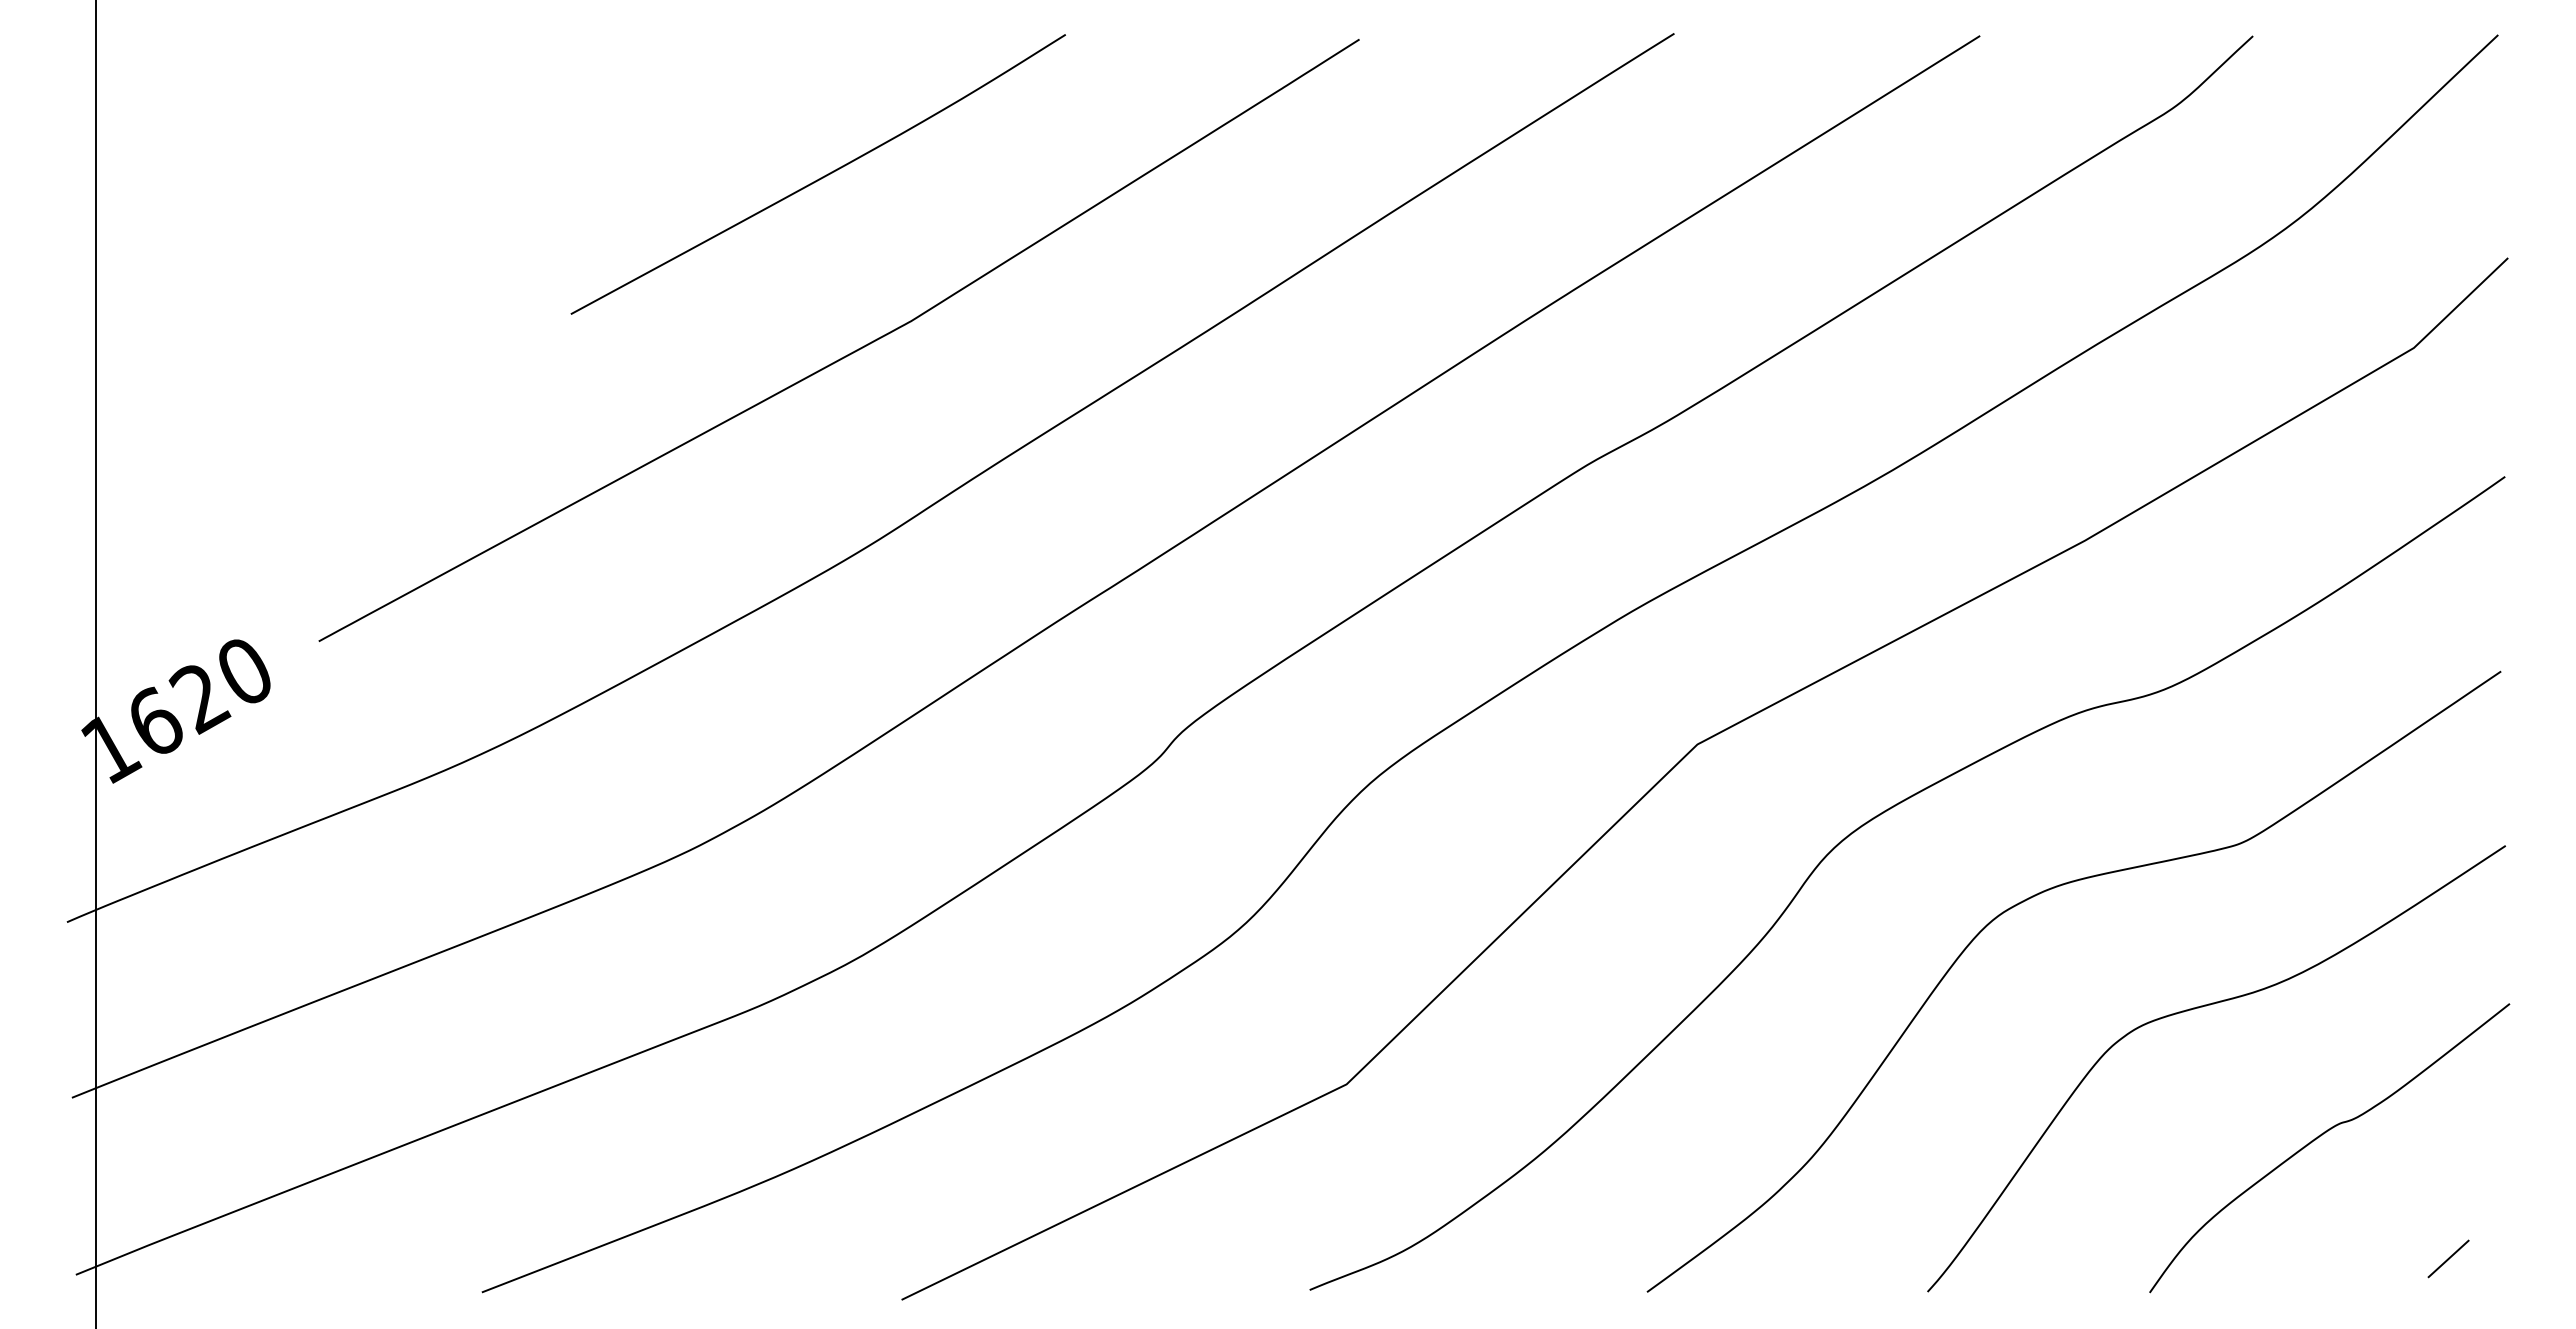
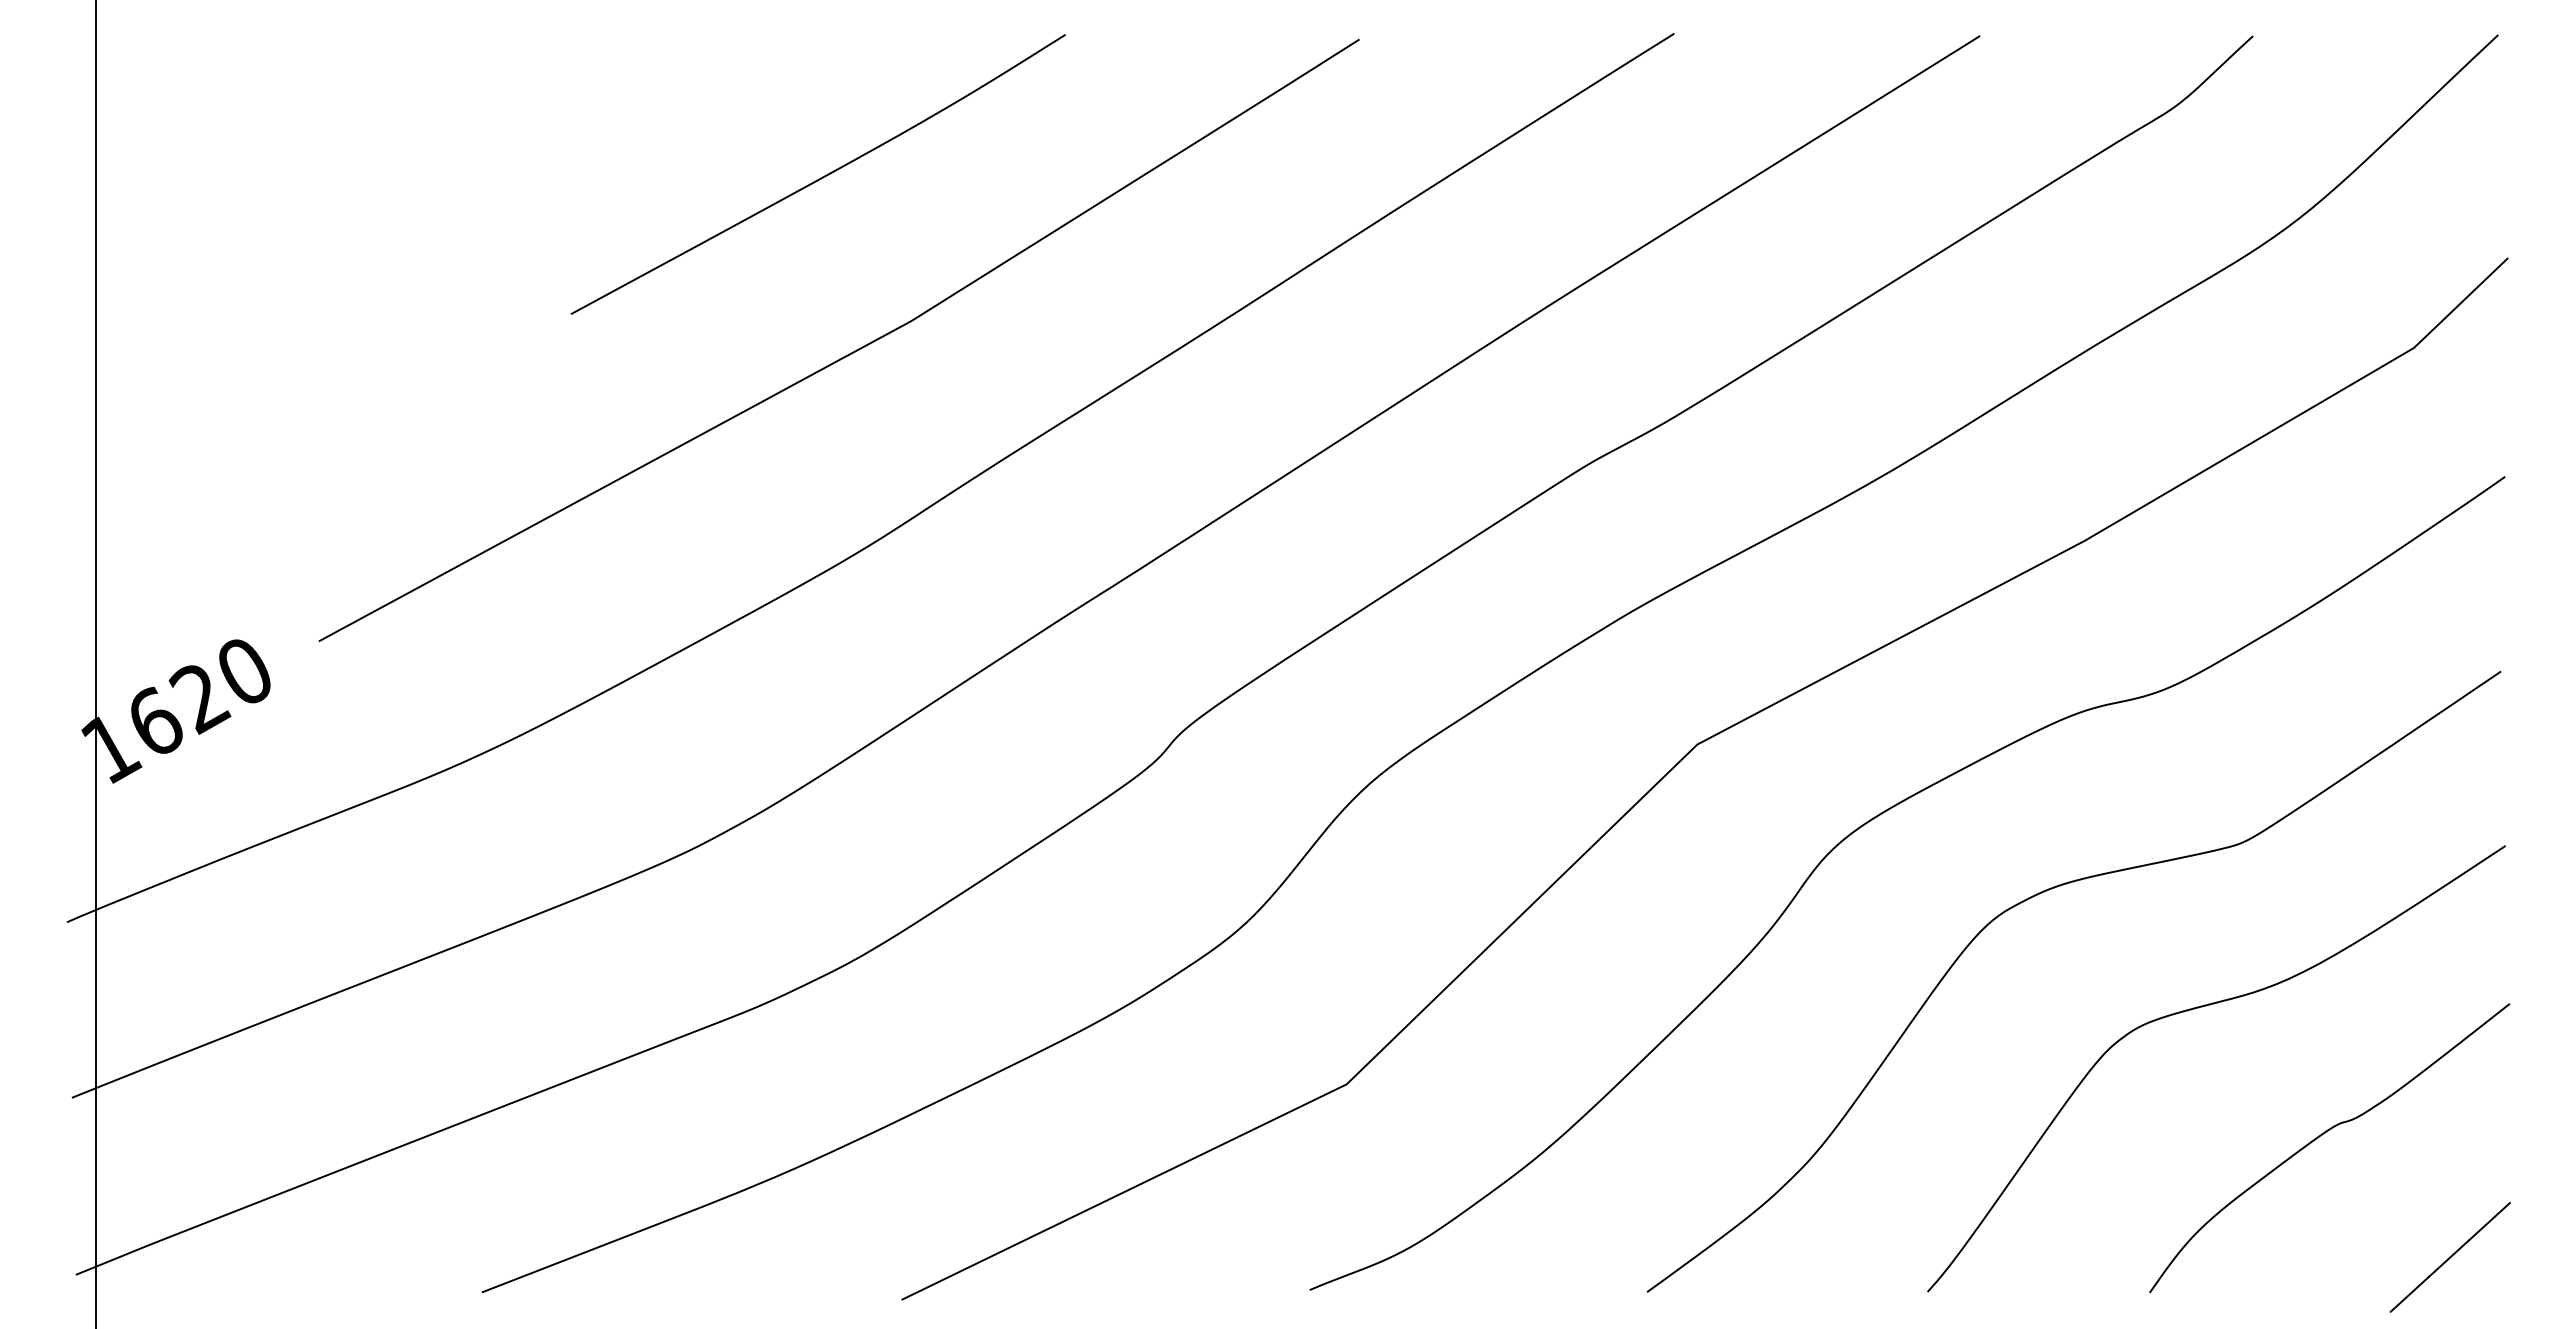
line at (2488, 1221): none -> present
line at (2409, 1294): none -> present
